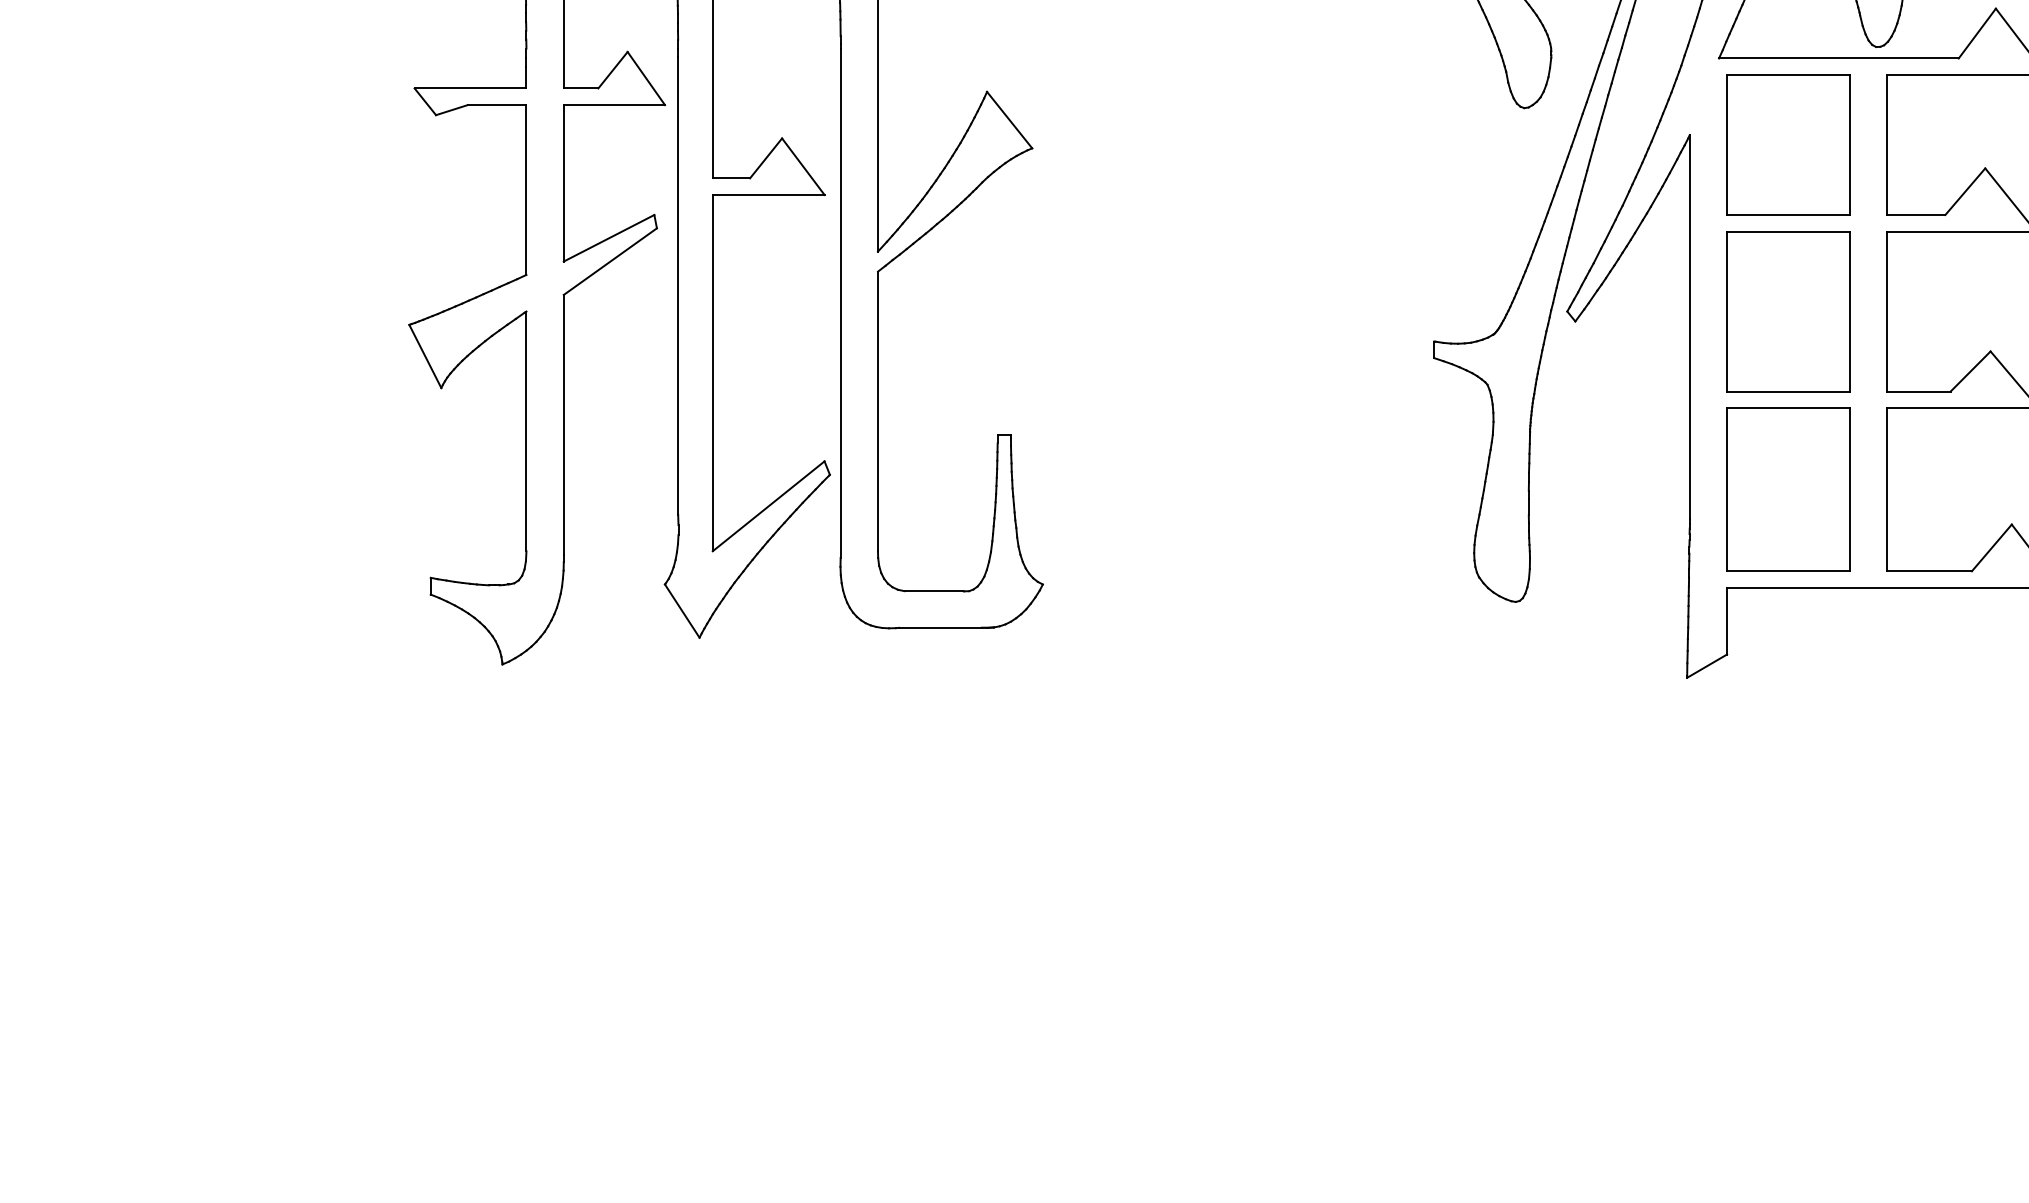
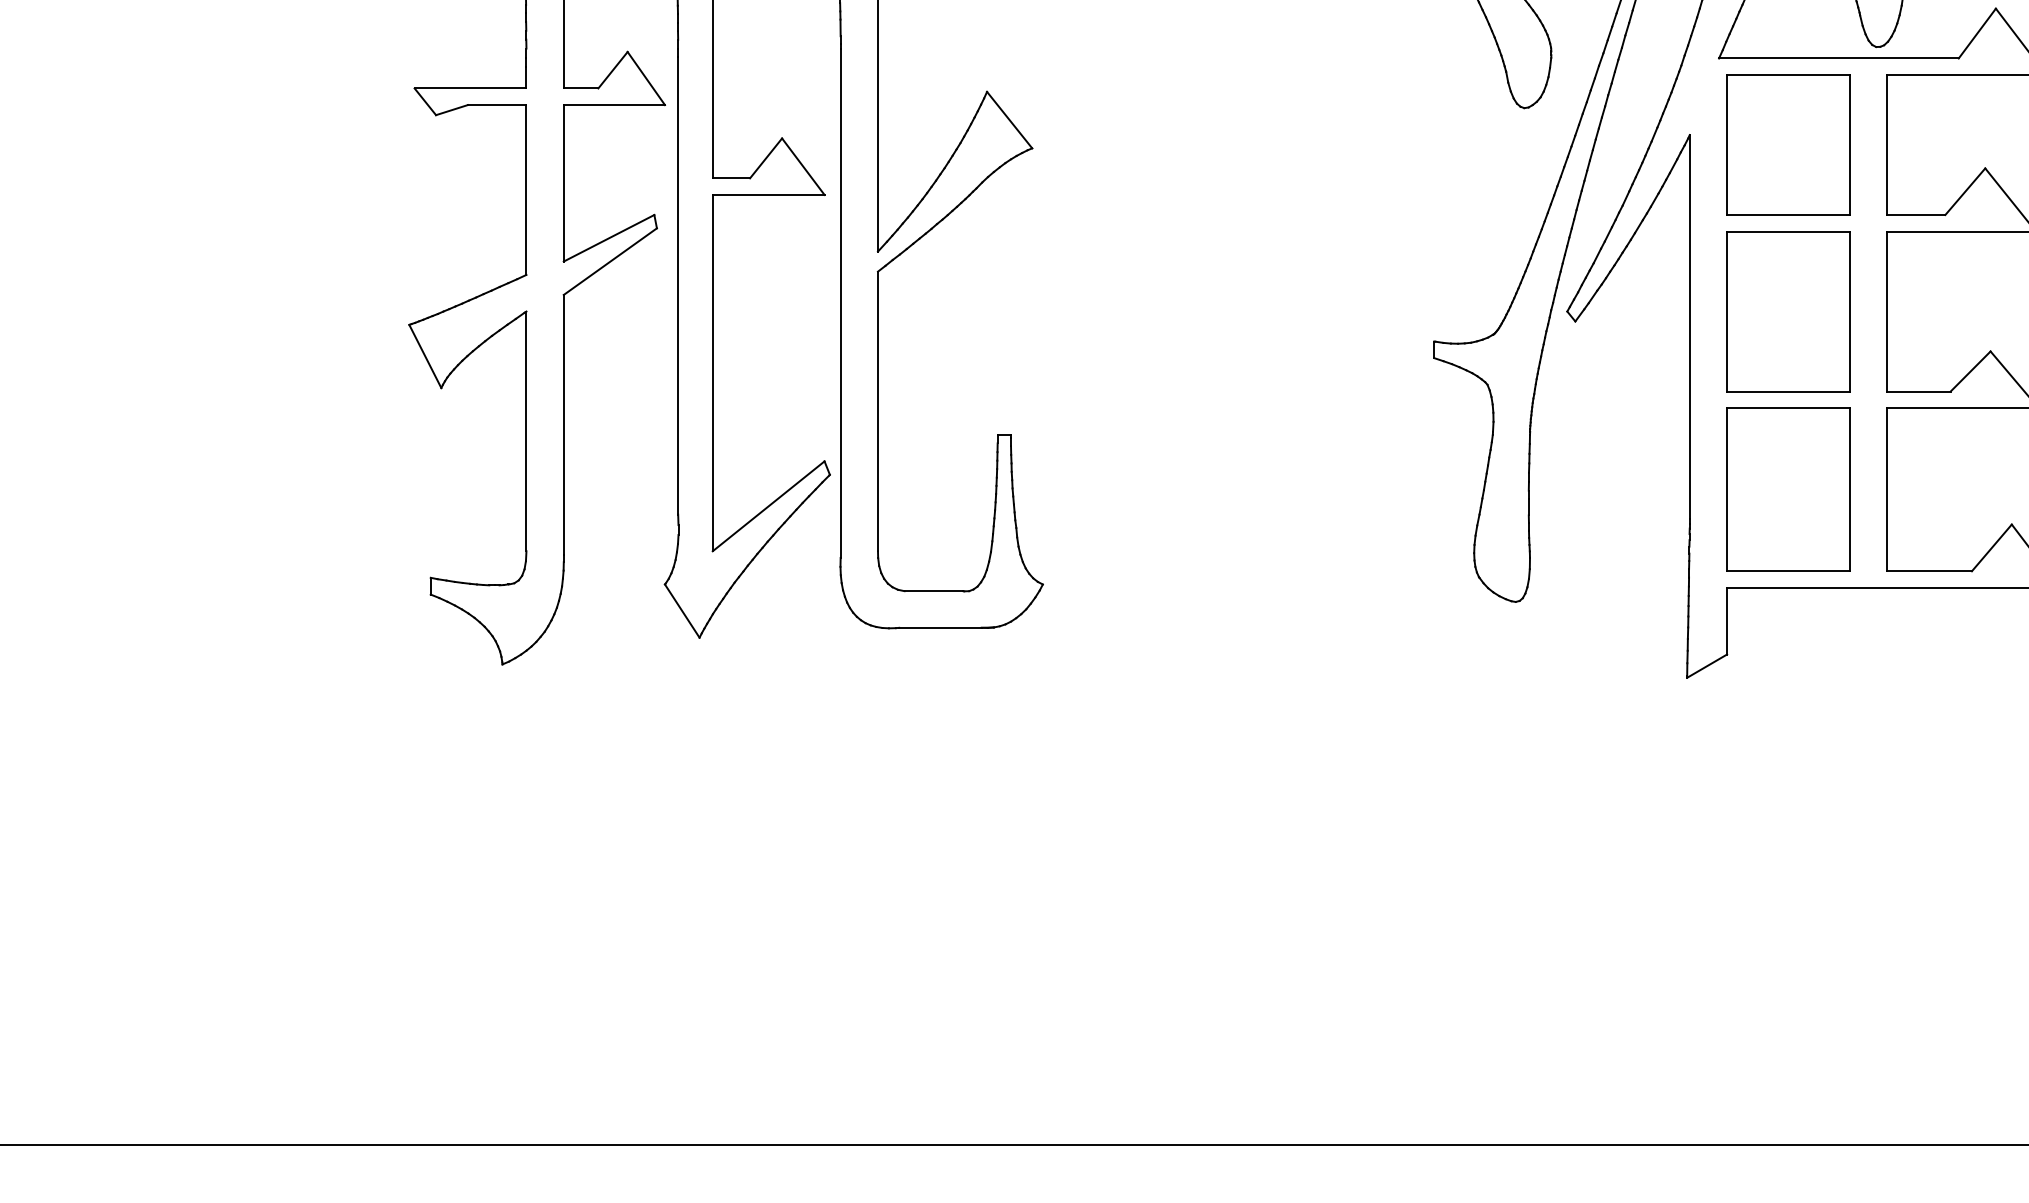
line at (1013, 1145): none -> present
